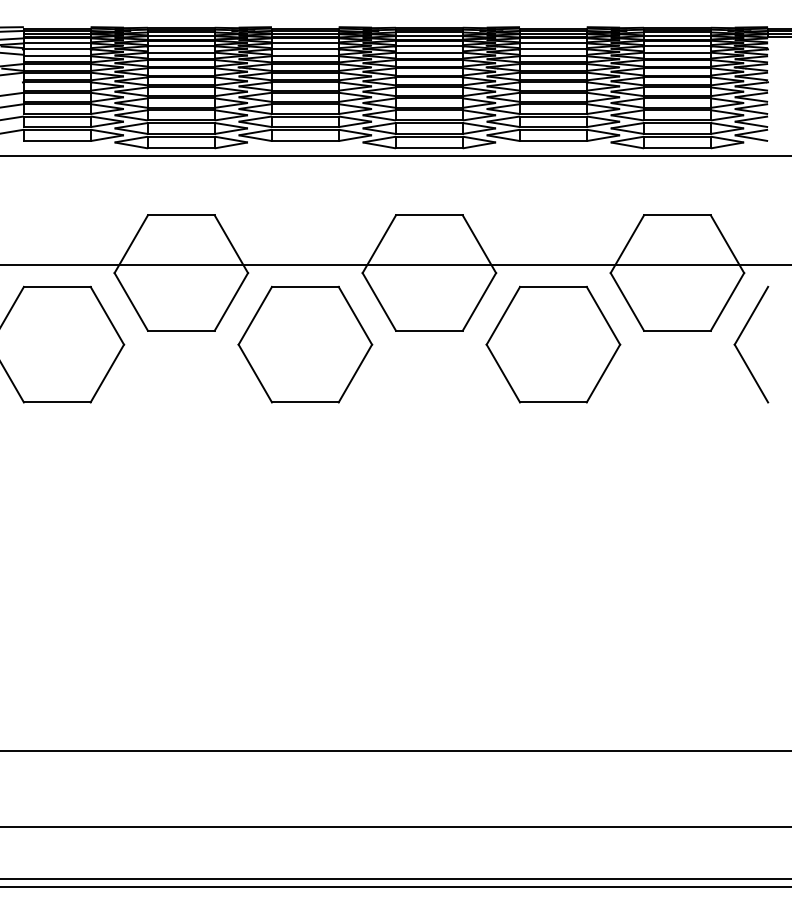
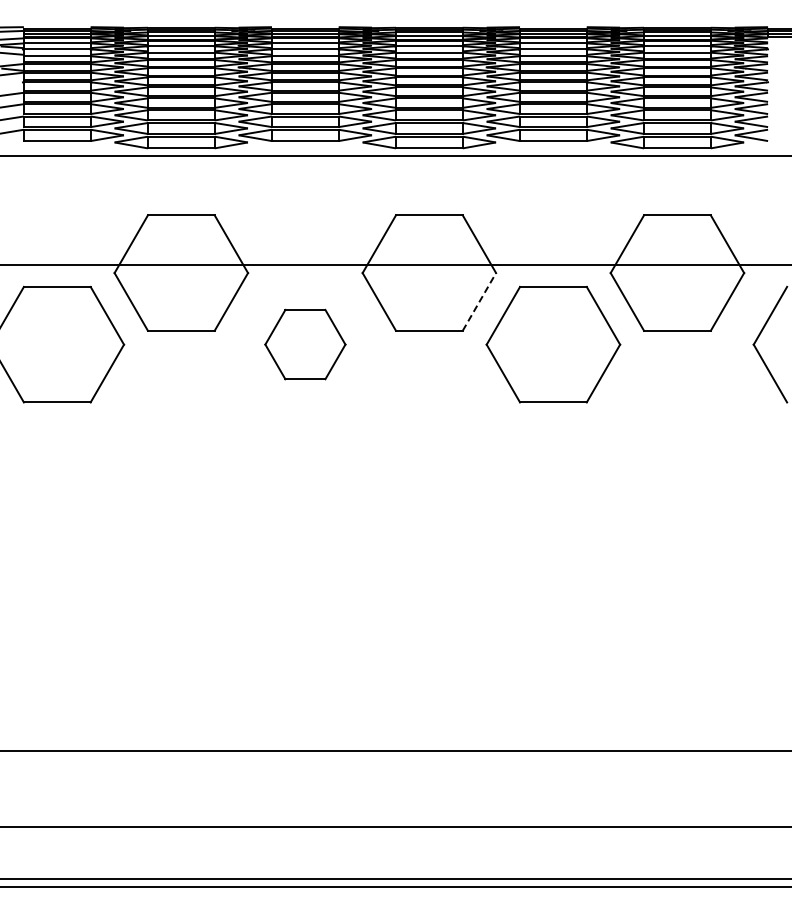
line at (479, 301): solid -> dashed
part at (739, 338) position: (739, 338) -> (758, 338)
part at (305, 344) size: 137x119 px -> 83x73 px
